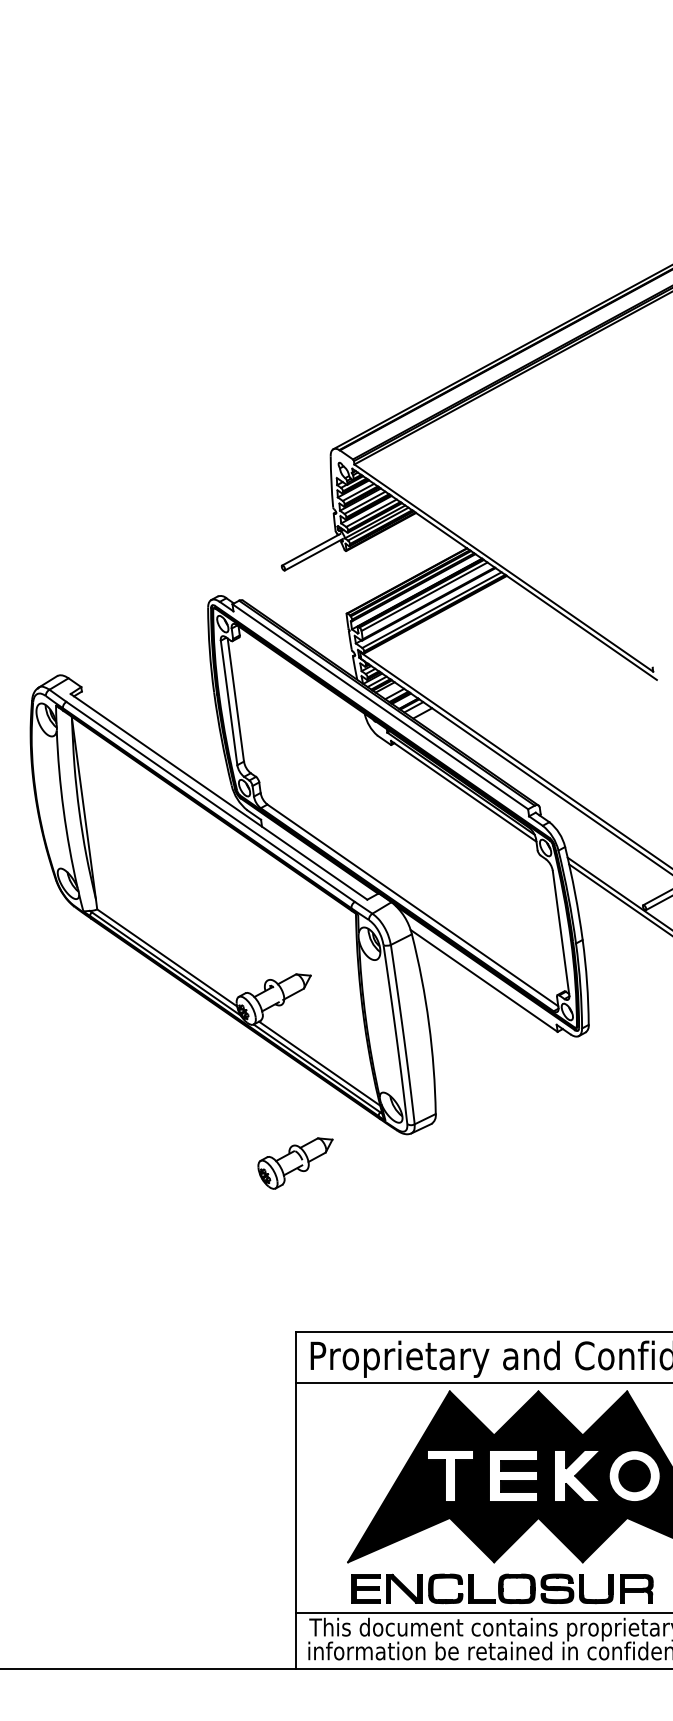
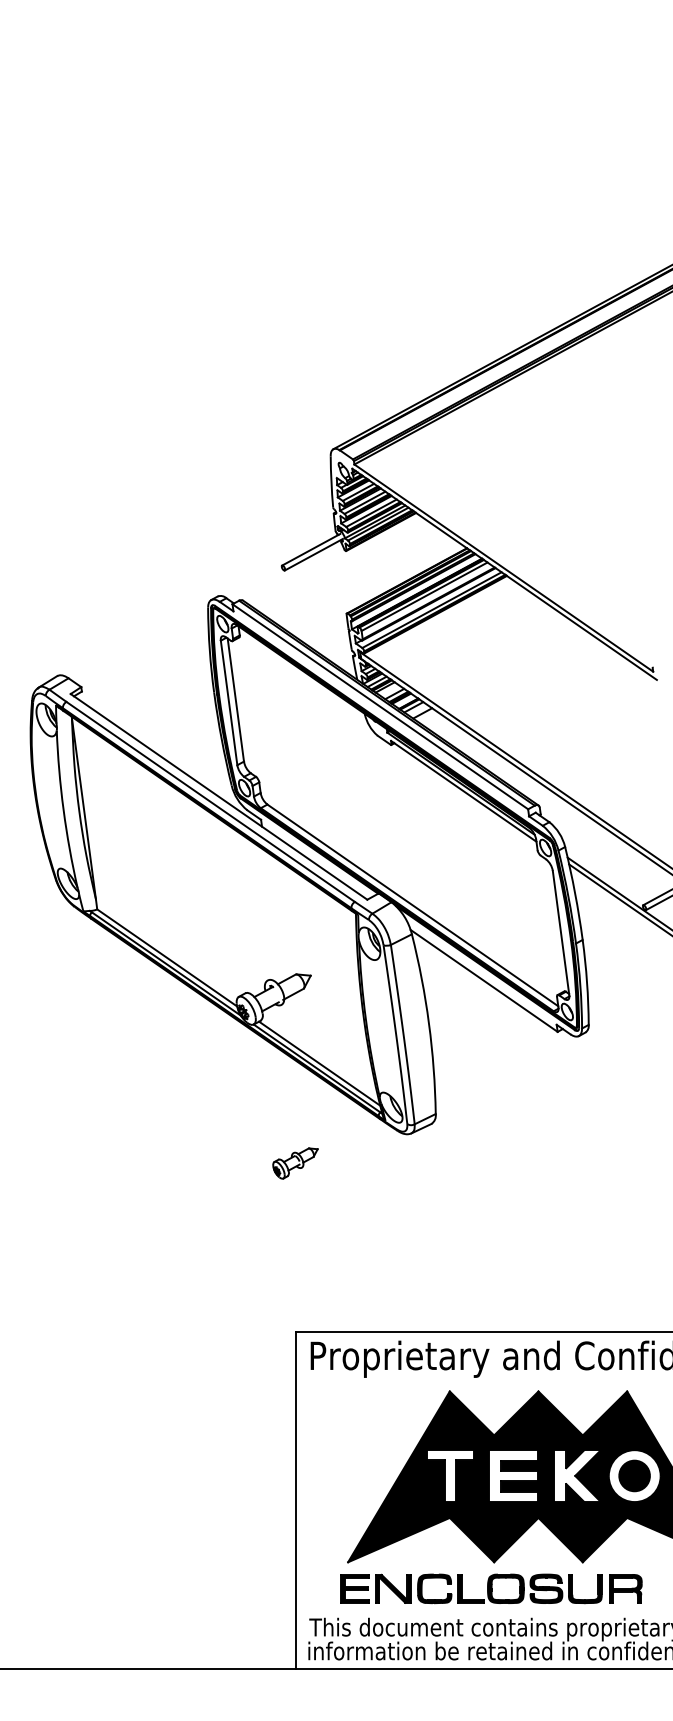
part at (295, 1163) size: 77x53 px -> 47x33 px
line at (482, 1382): present -> none
part at (502, 1588) position: (502, 1588) -> (491, 1588)
line at (482, 1613): present -> none
